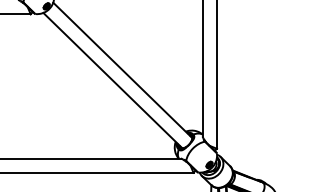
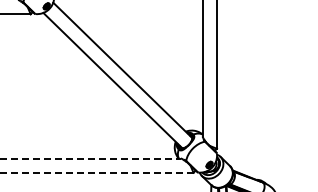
line at (90, 158): solid -> dashed
line at (97, 172): solid -> dashed
